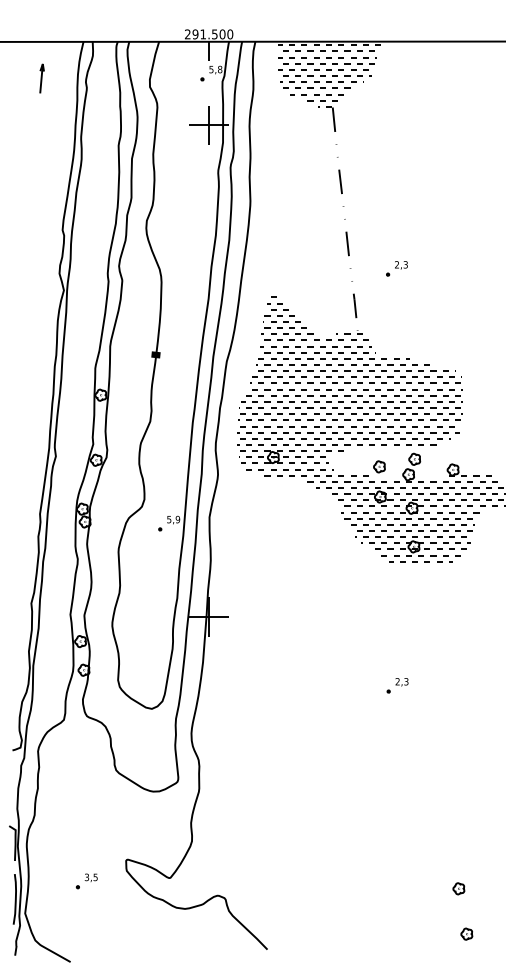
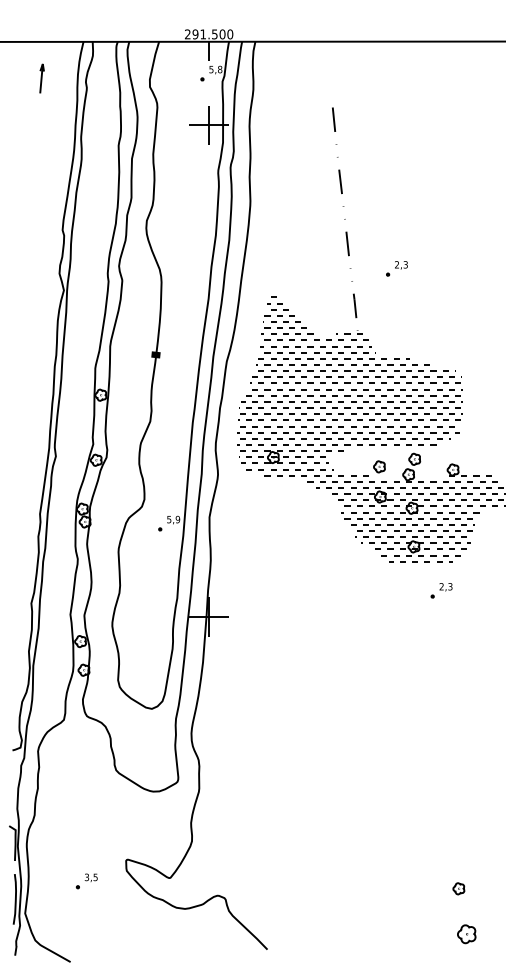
hatch at (329, 75): present -> none
part at (397, 685) position: (397, 685) -> (441, 590)
part at (466, 933) size: 14x14 px -> 20x21 px
